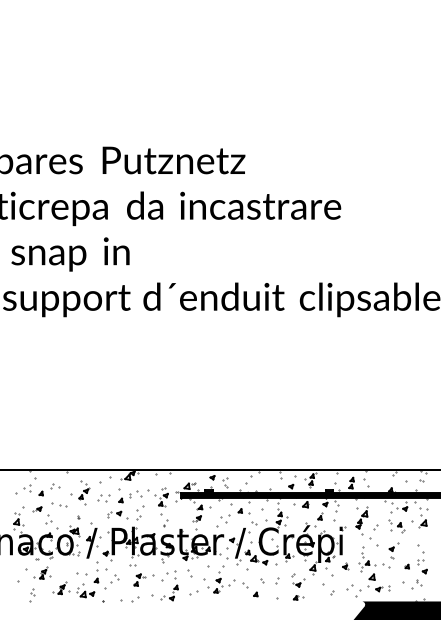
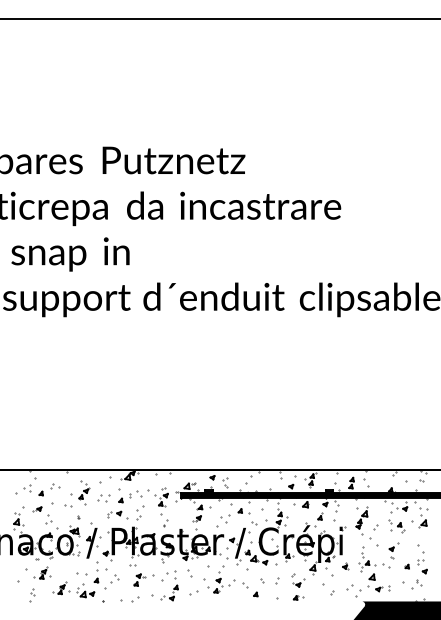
line at (219, 18): none -> present
part at (63, 505) position: (63, 505) -> (68, 505)
